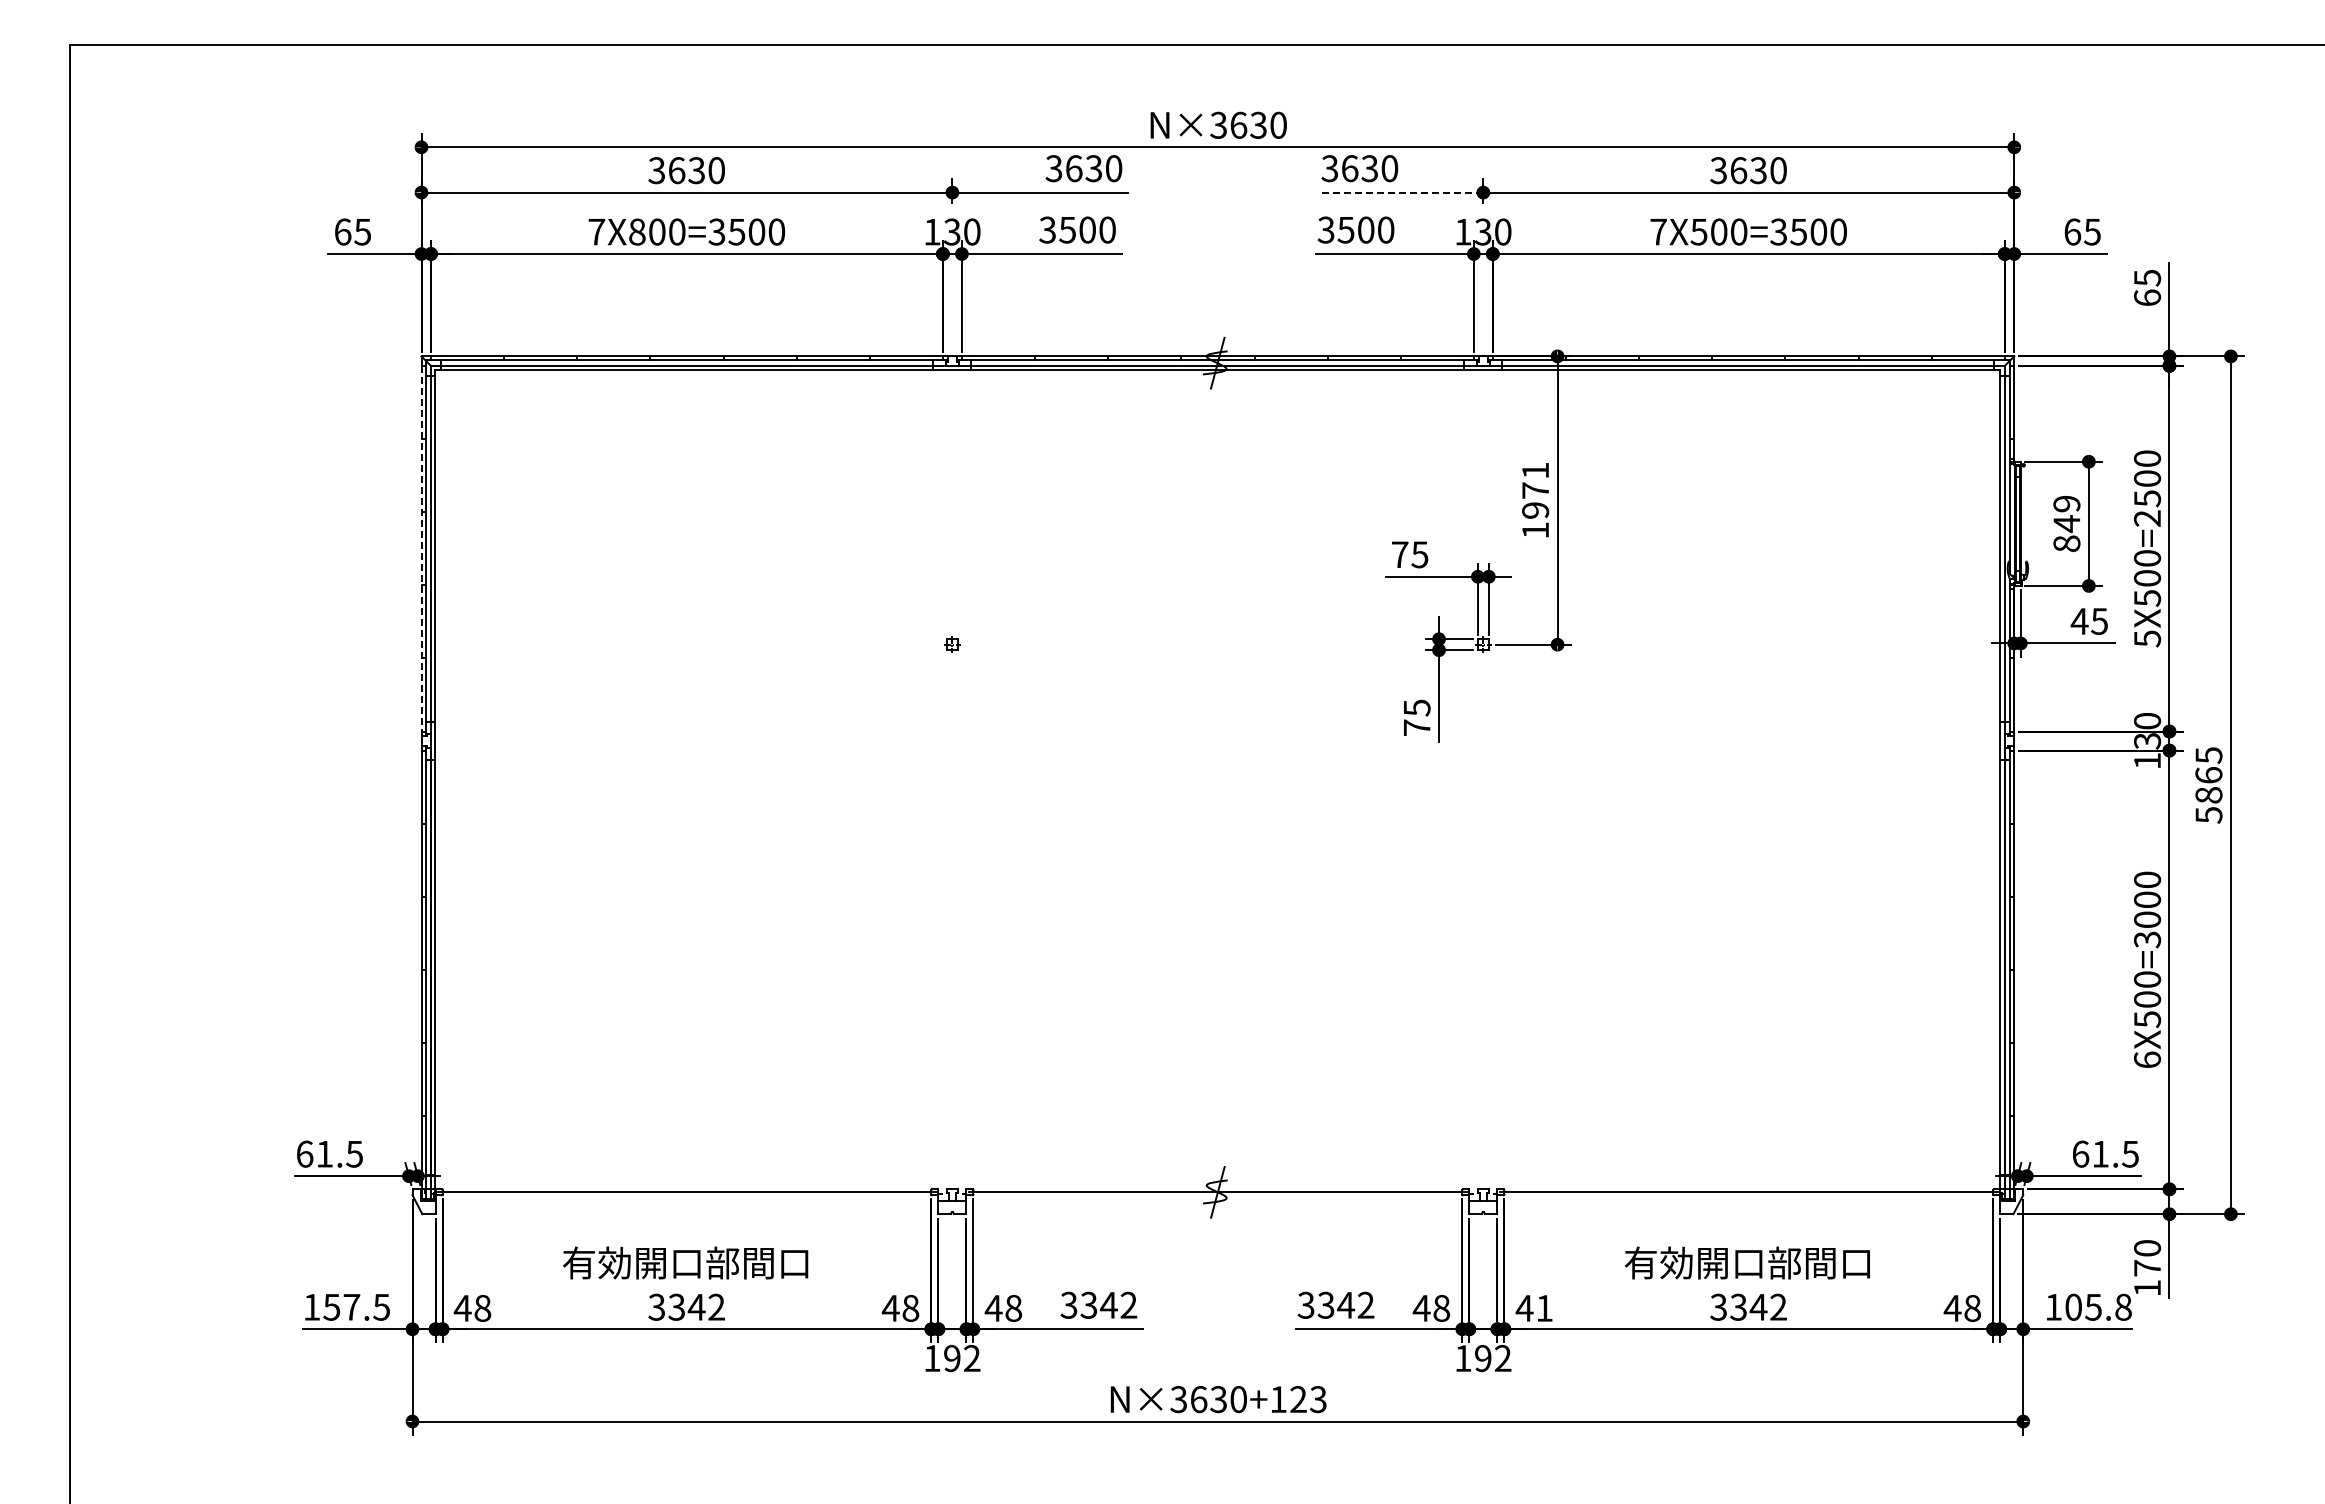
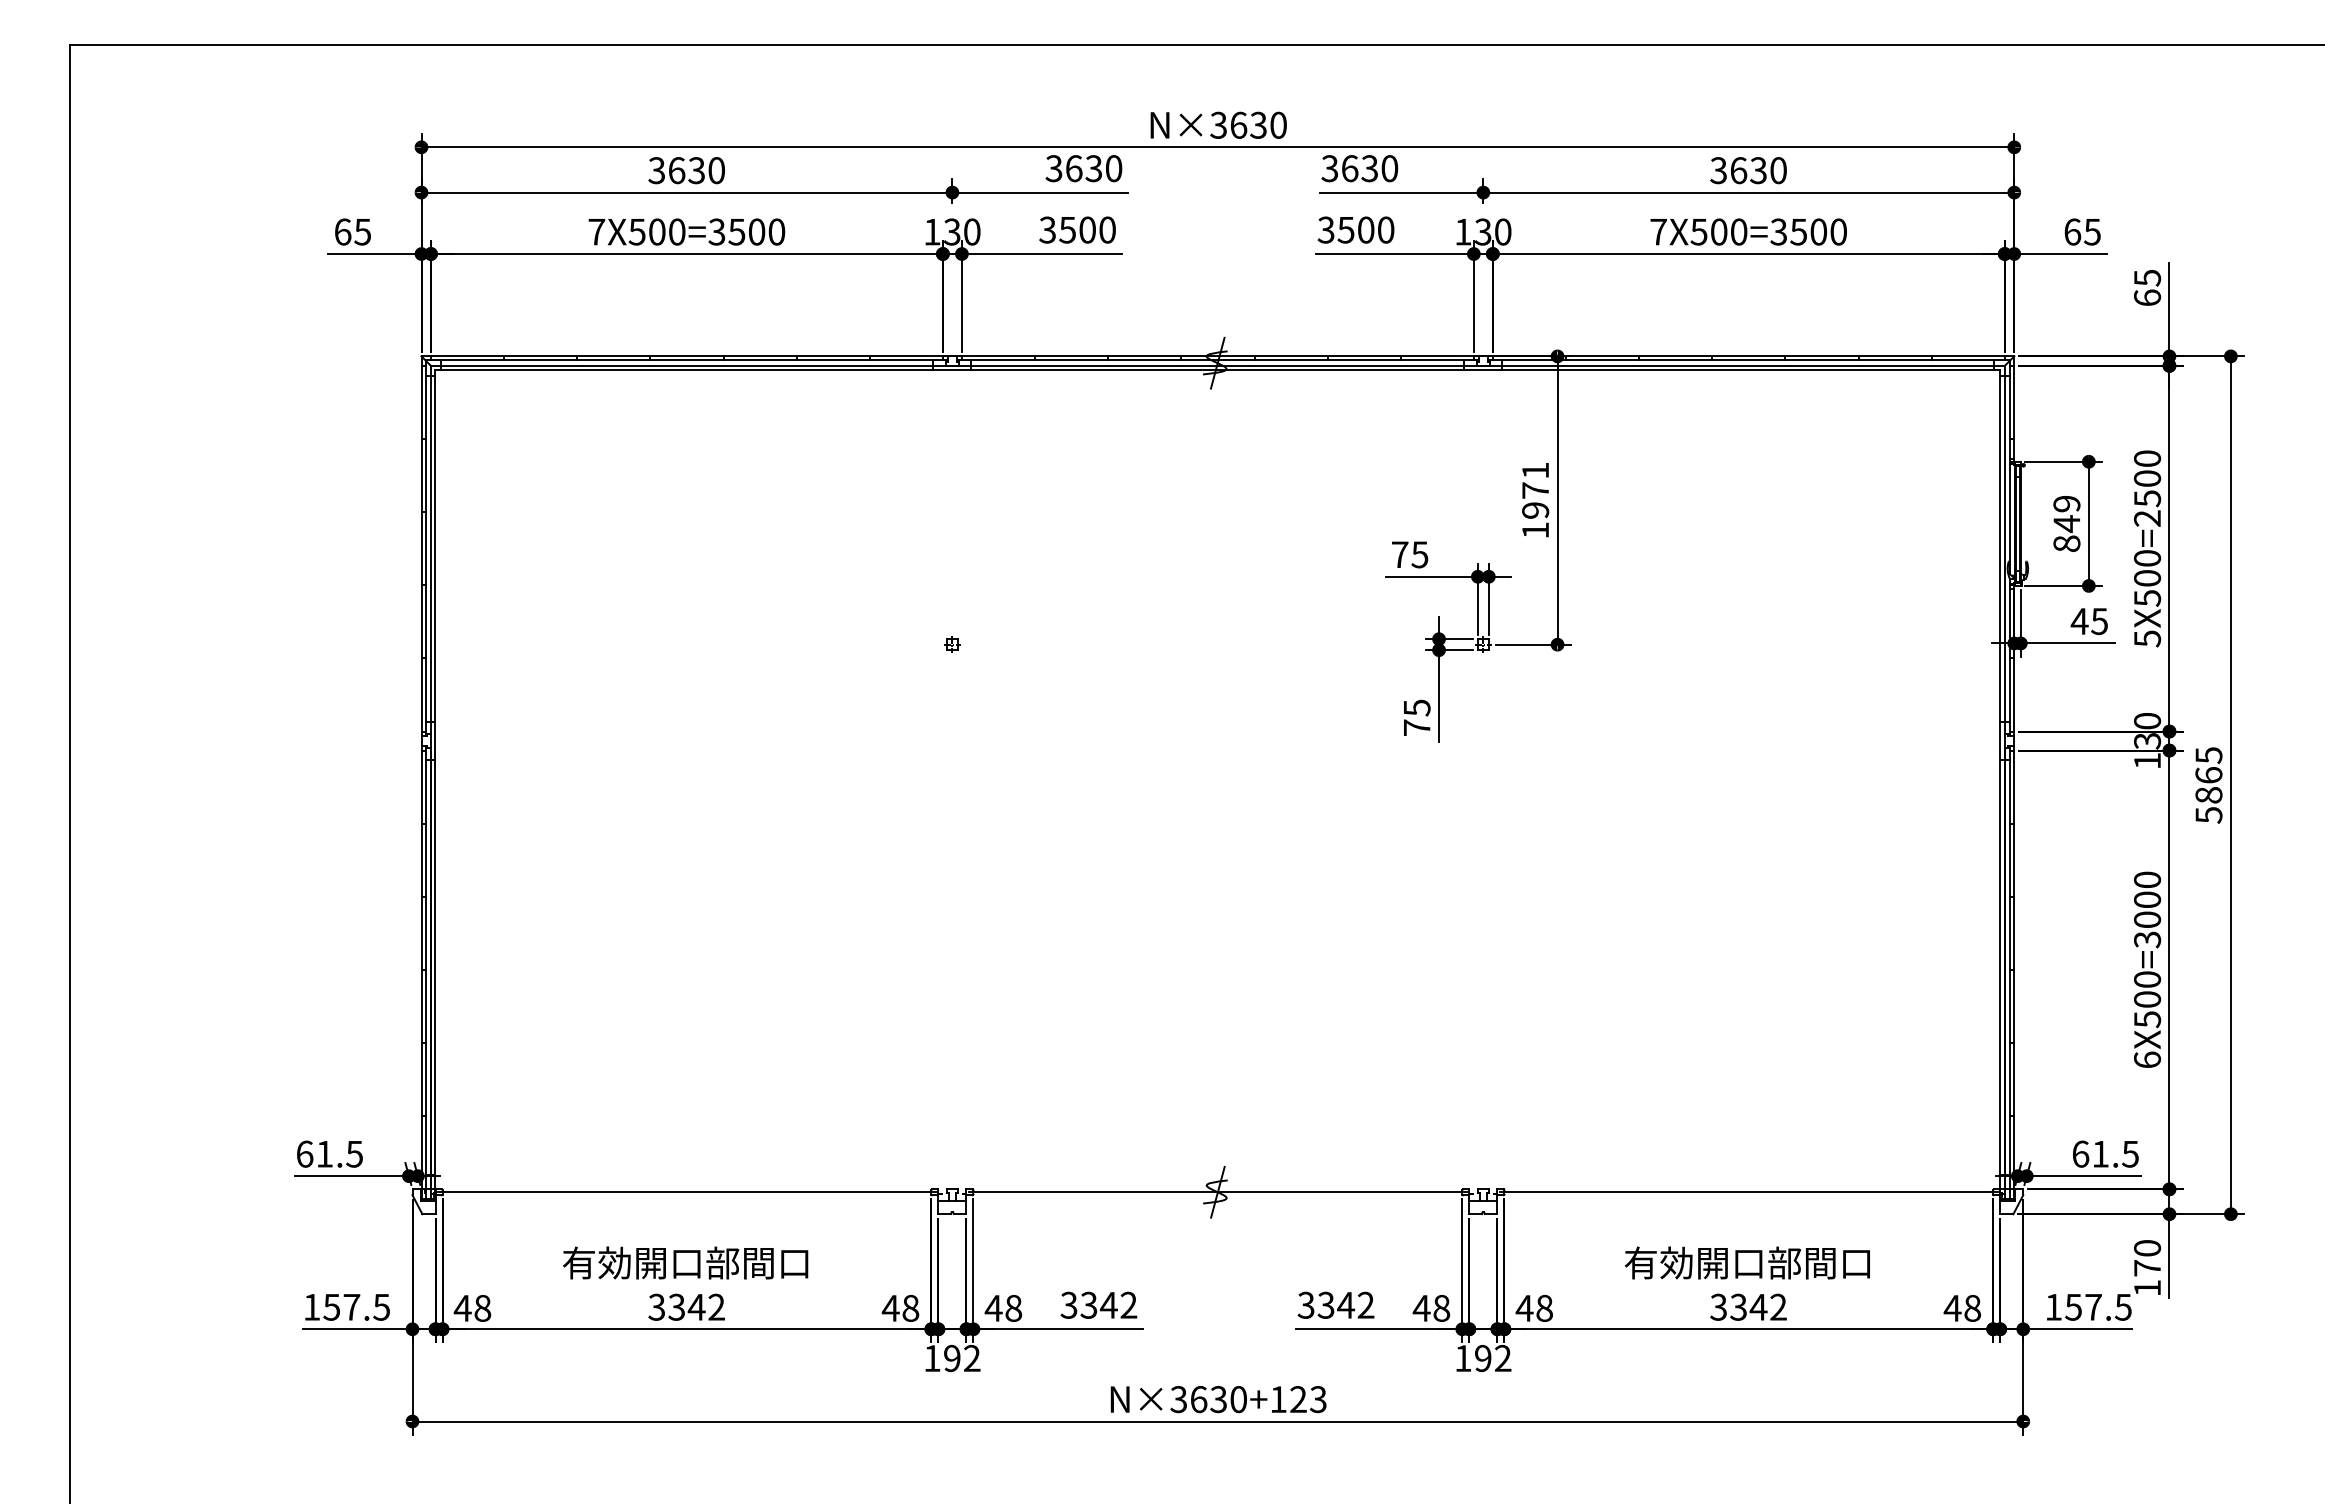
line at (1401, 192): dashed -> solid
text at (636, 231): 7X800=3500 -> 7X500=3500
line at (421, 548): dashed -> solid
text at (2098, 1306): 105.8 -> 157.5
text at (1544, 1308): 41 -> 48
